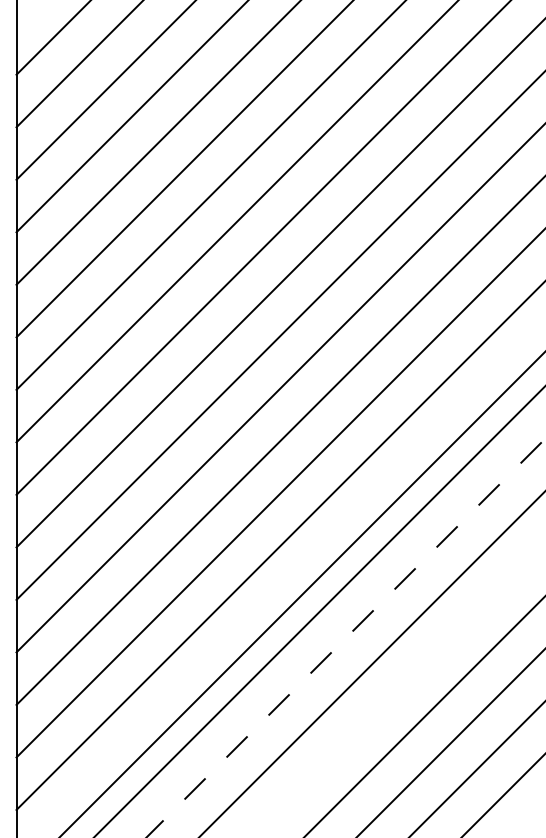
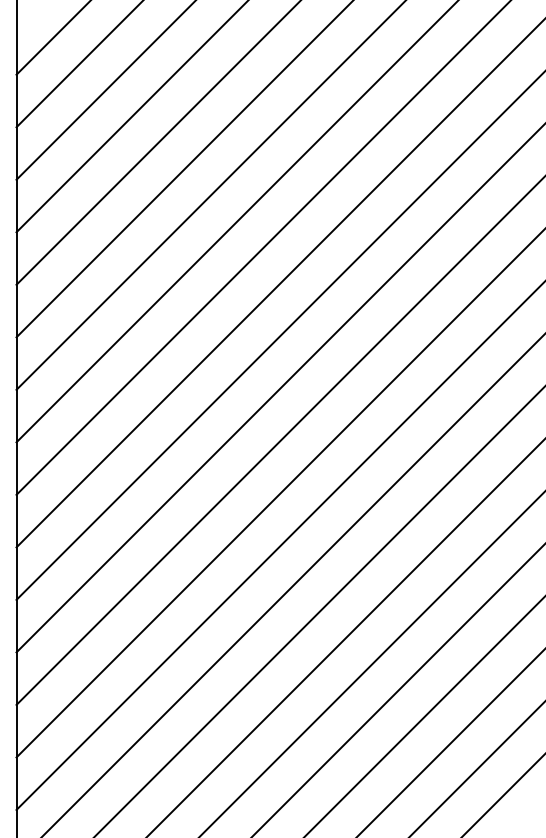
line at (302, 594) position: (302, 594) -> (293, 585)
line at (345, 638): dashed -> solid
line at (398, 690): none -> present
